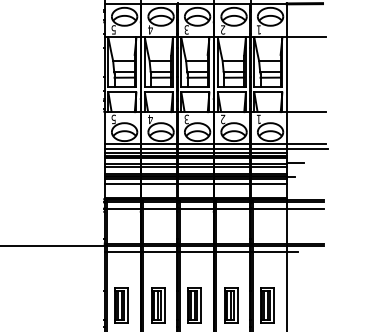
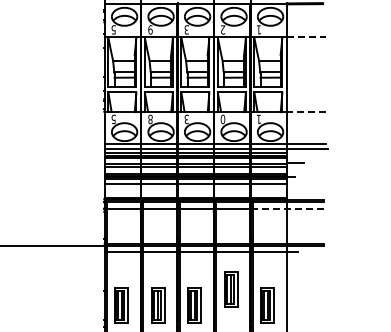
text at (150, 29): 4 -> 9
line at (306, 36): solid -> dashed
line at (306, 112): solid -> dashed
text at (222, 118): 2 -> 0
text at (150, 119): 4 -> 8
line at (288, 208): solid -> dashed
part at (231, 305) position: (231, 305) -> (231, 289)
